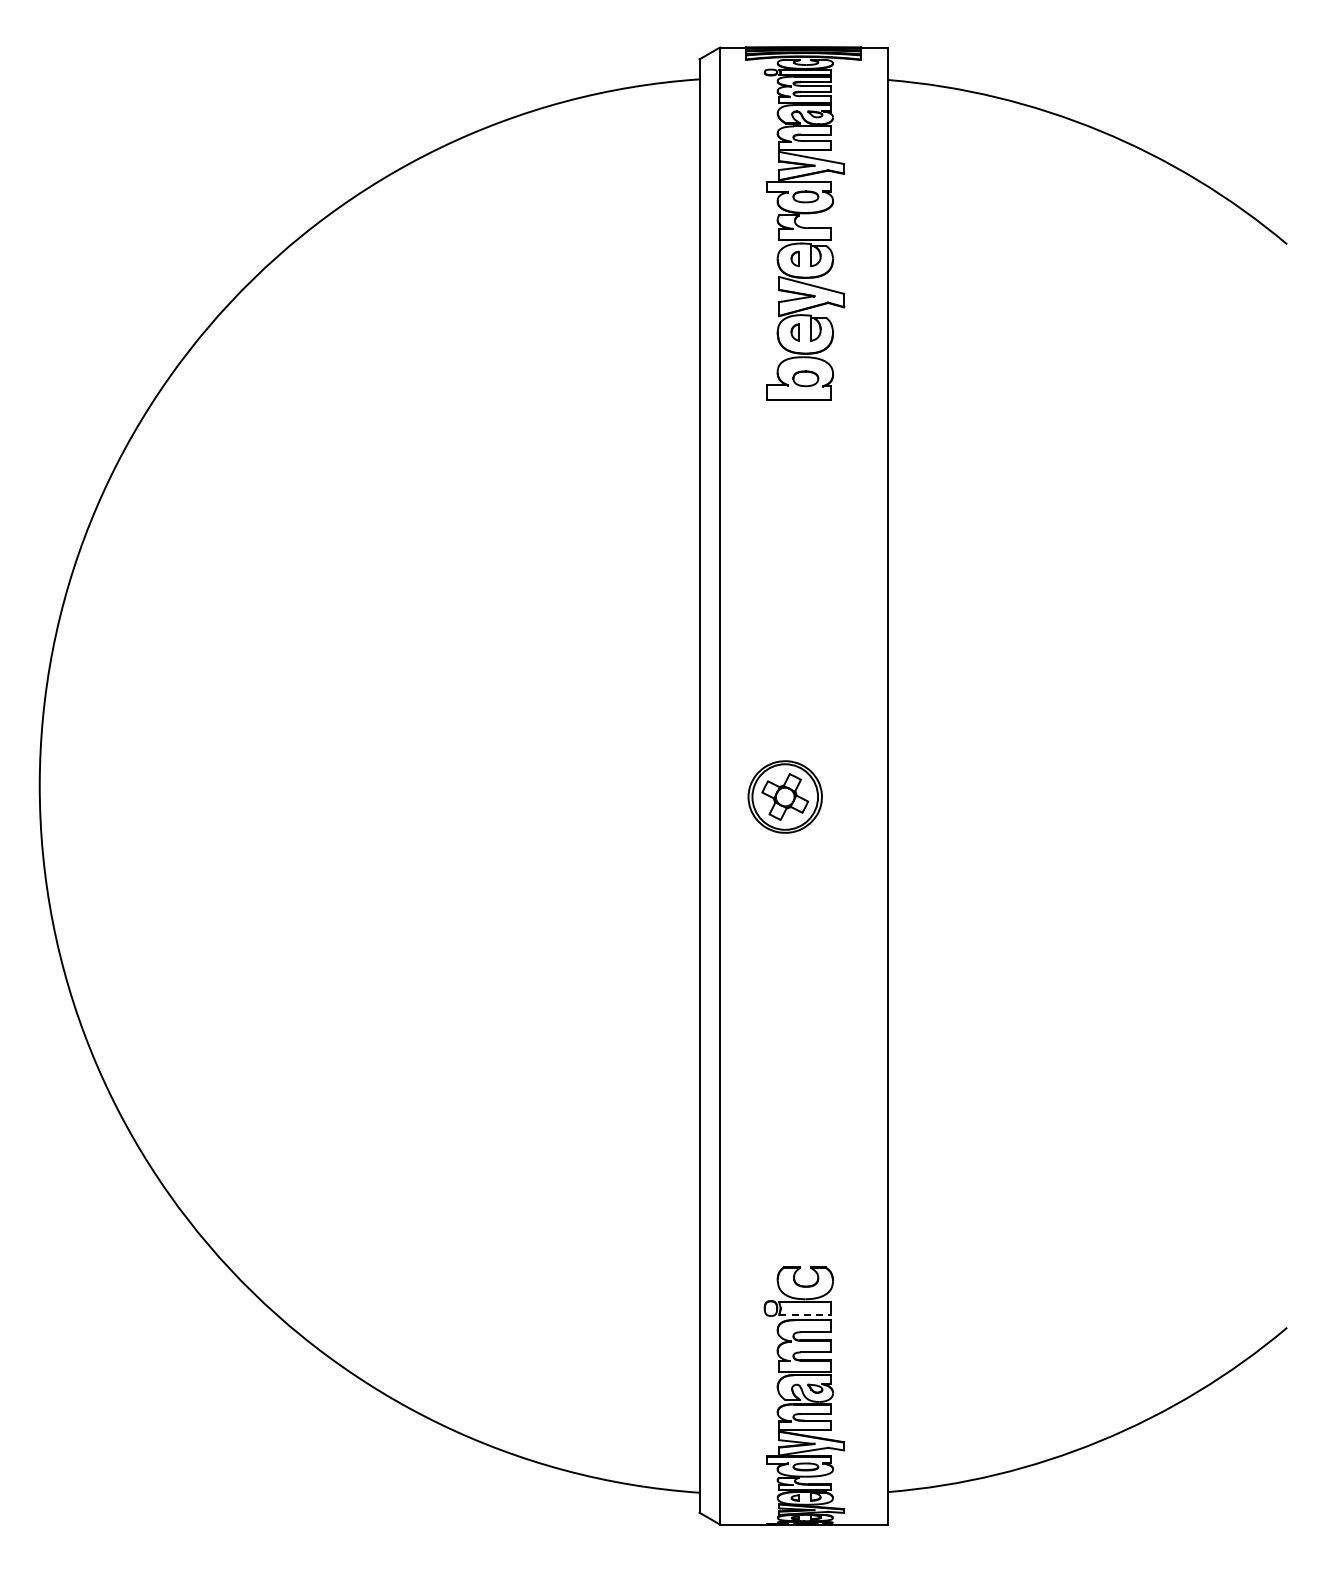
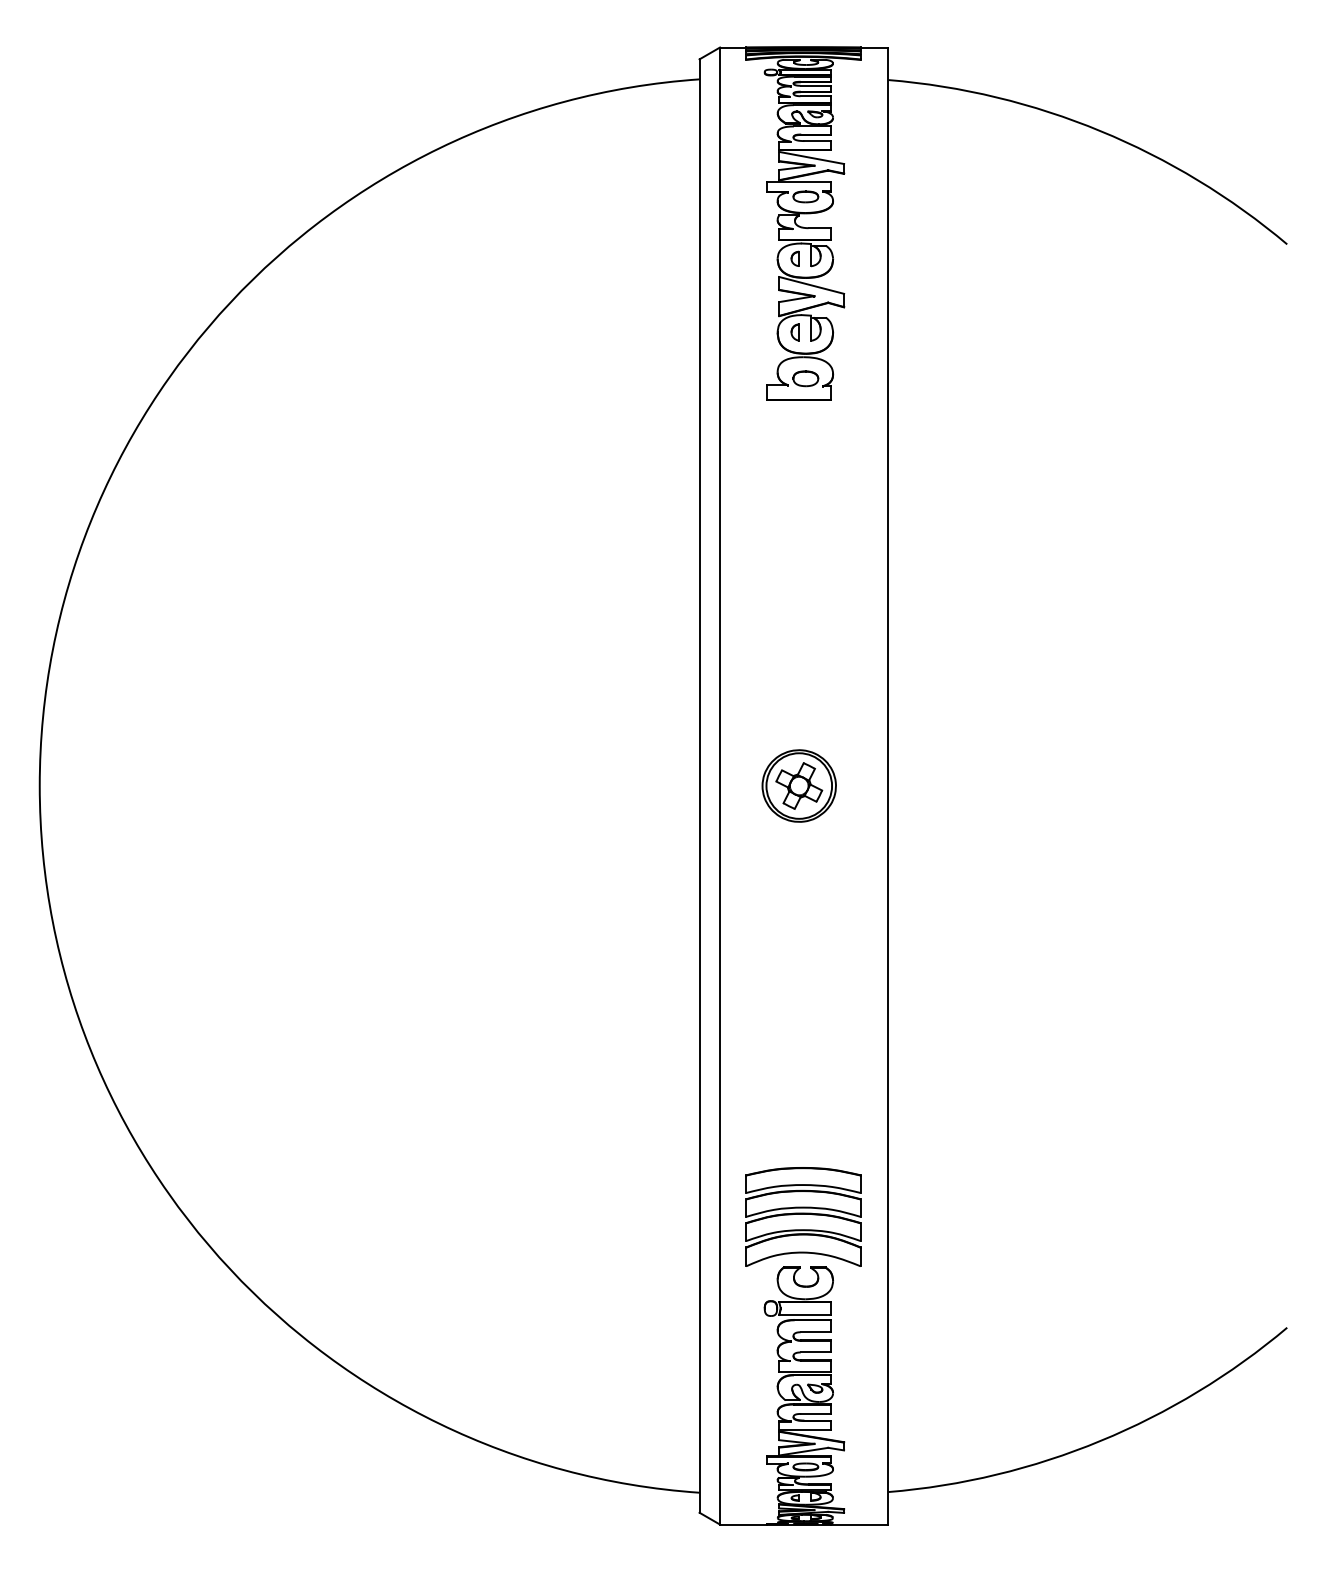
part at (784, 796) position: (784, 796) -> (798, 785)
part at (803, 1216): none -> present
line at (805, 1315): dashed -> solid
